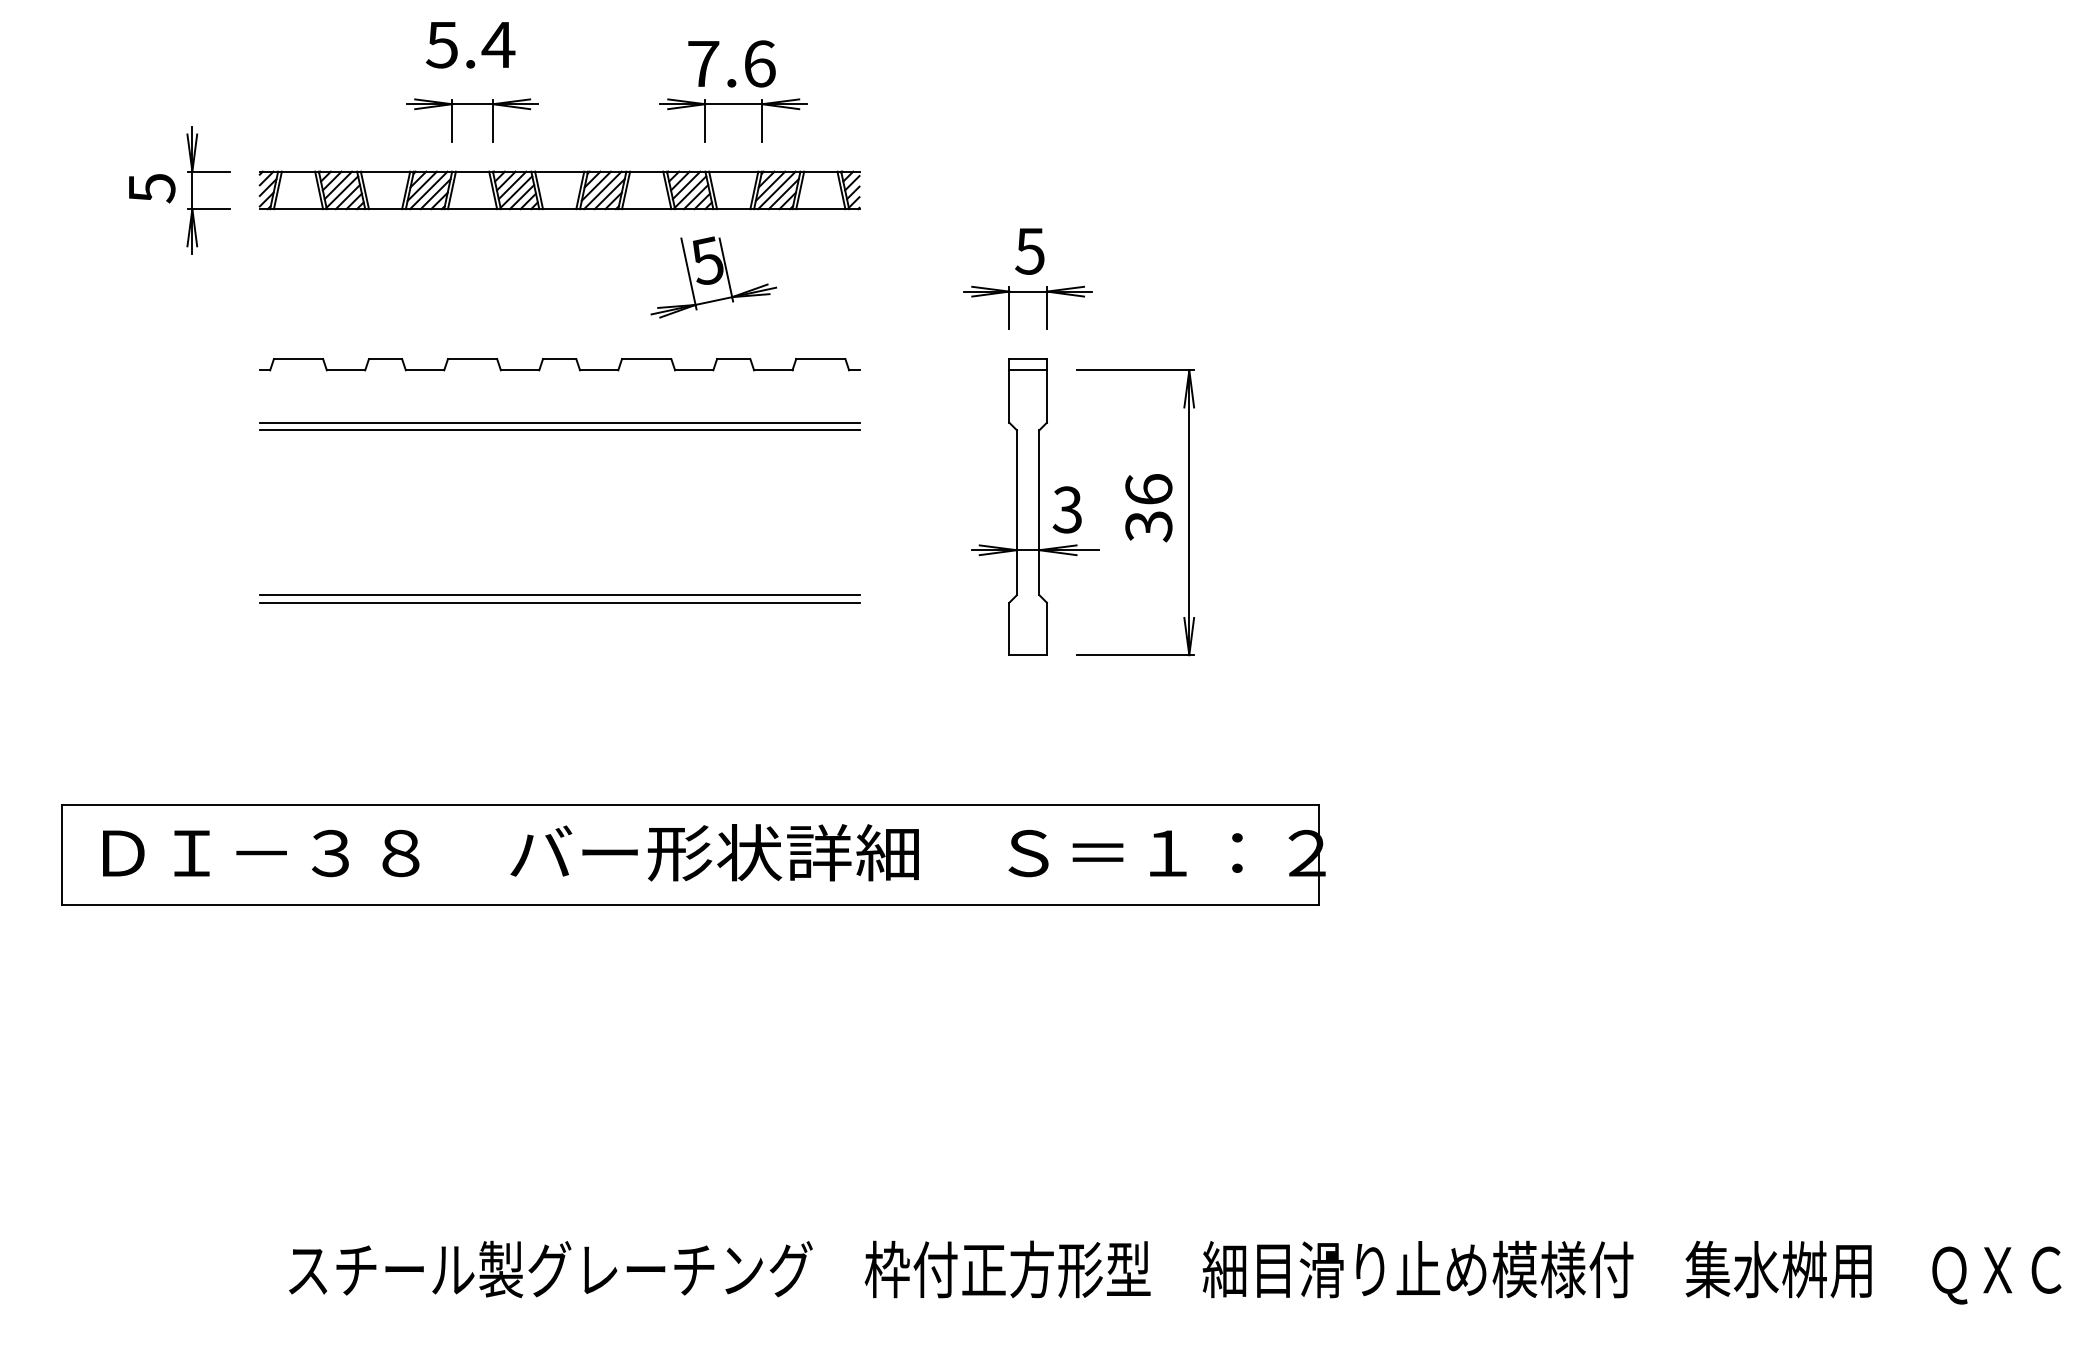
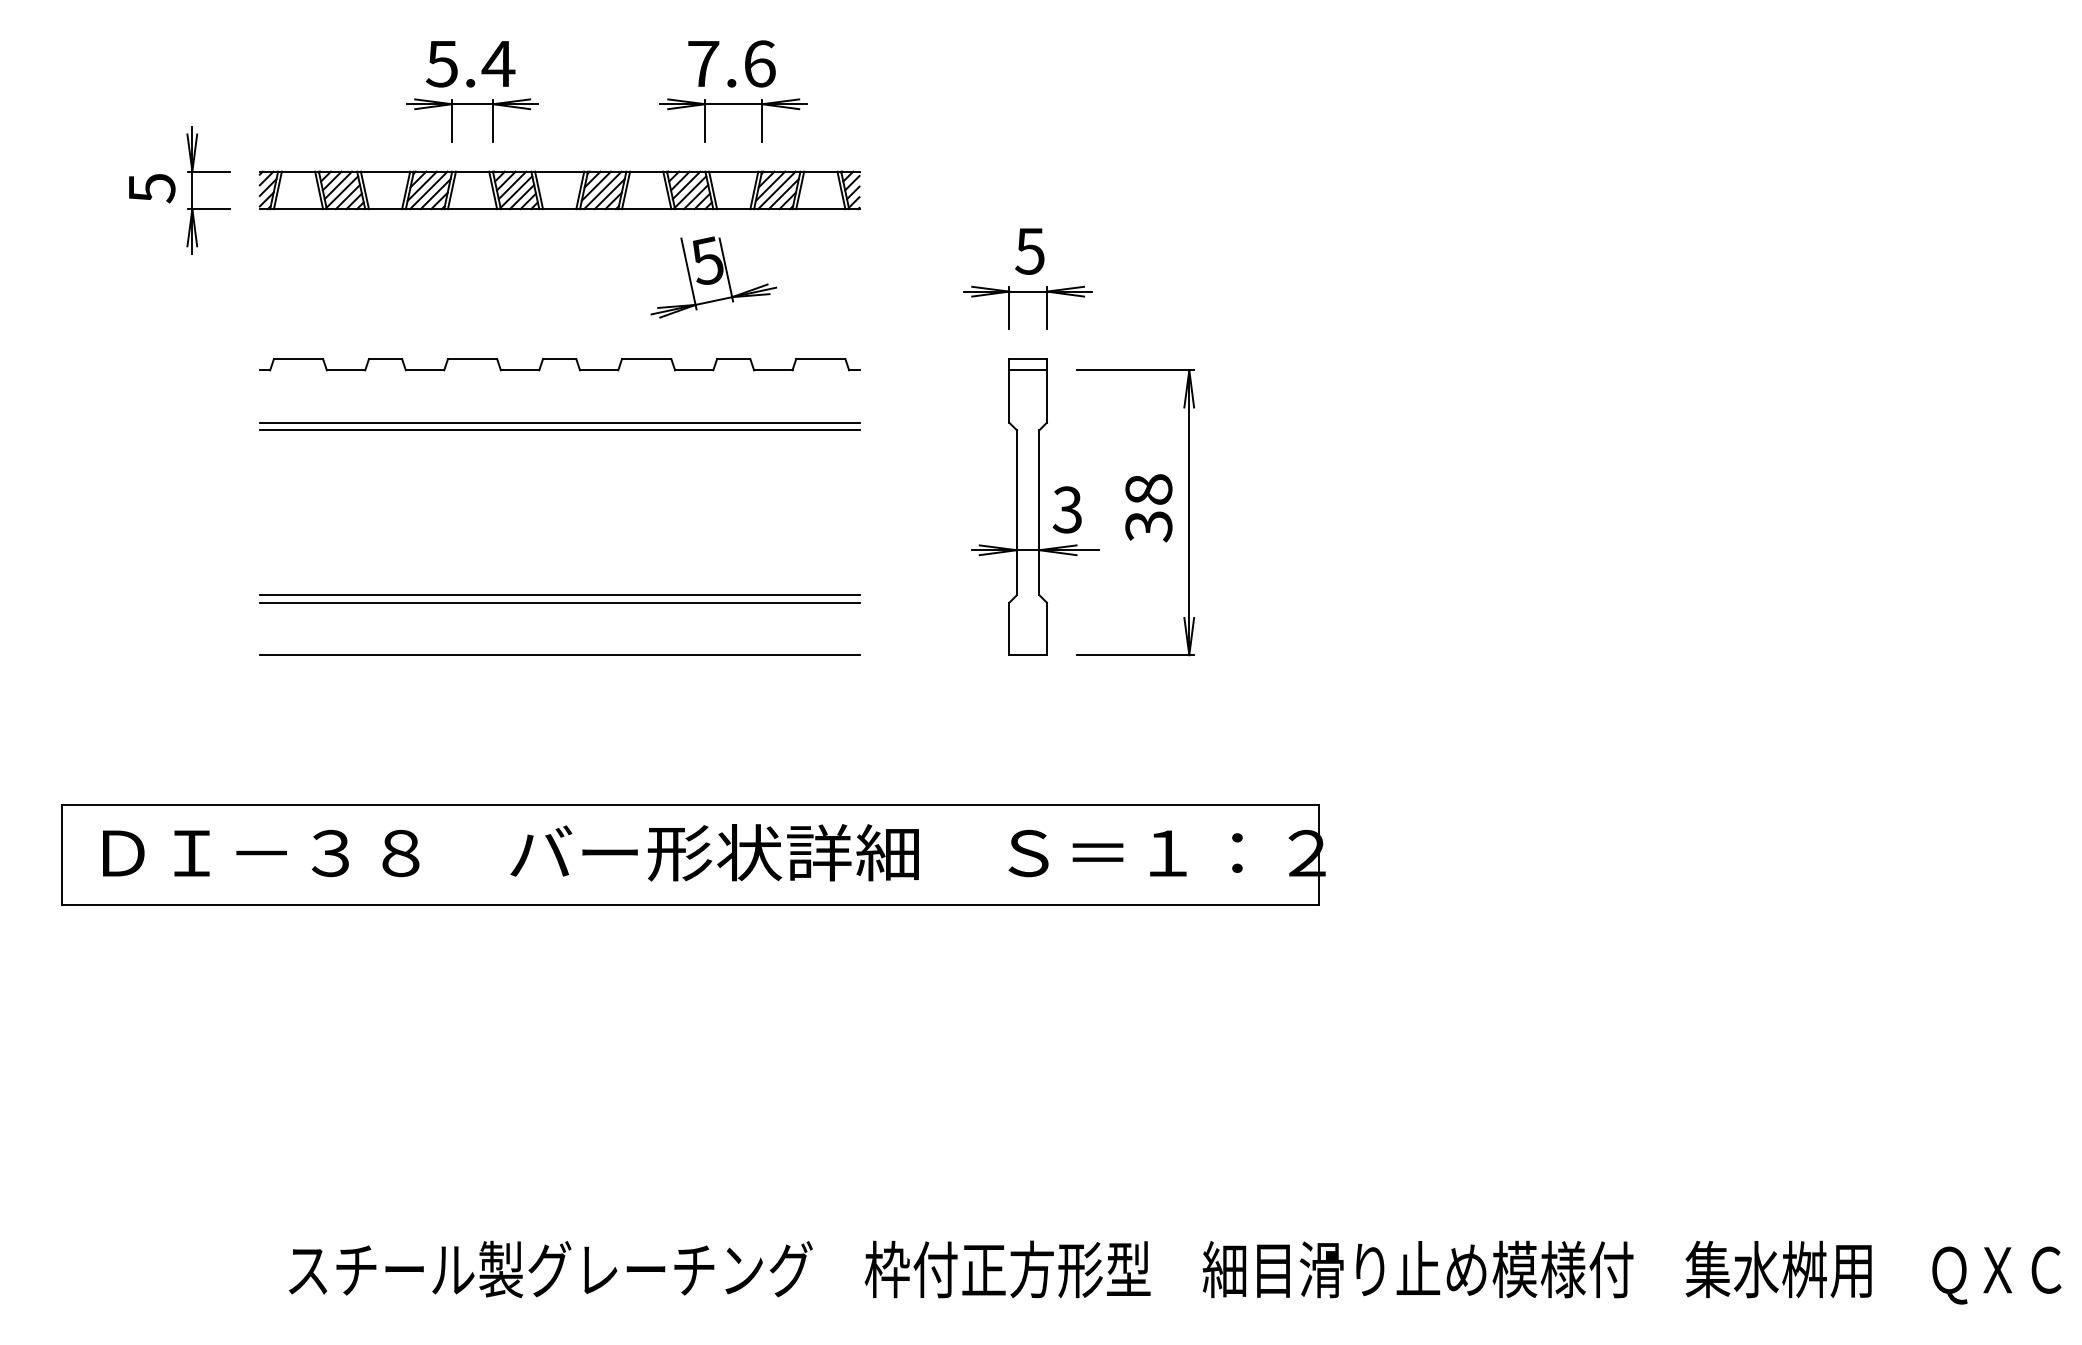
text at (470, 45) position: (470, 45) -> (470, 64)
text at (1148, 489): 36 -> 38
line at (559, 655): none -> present
